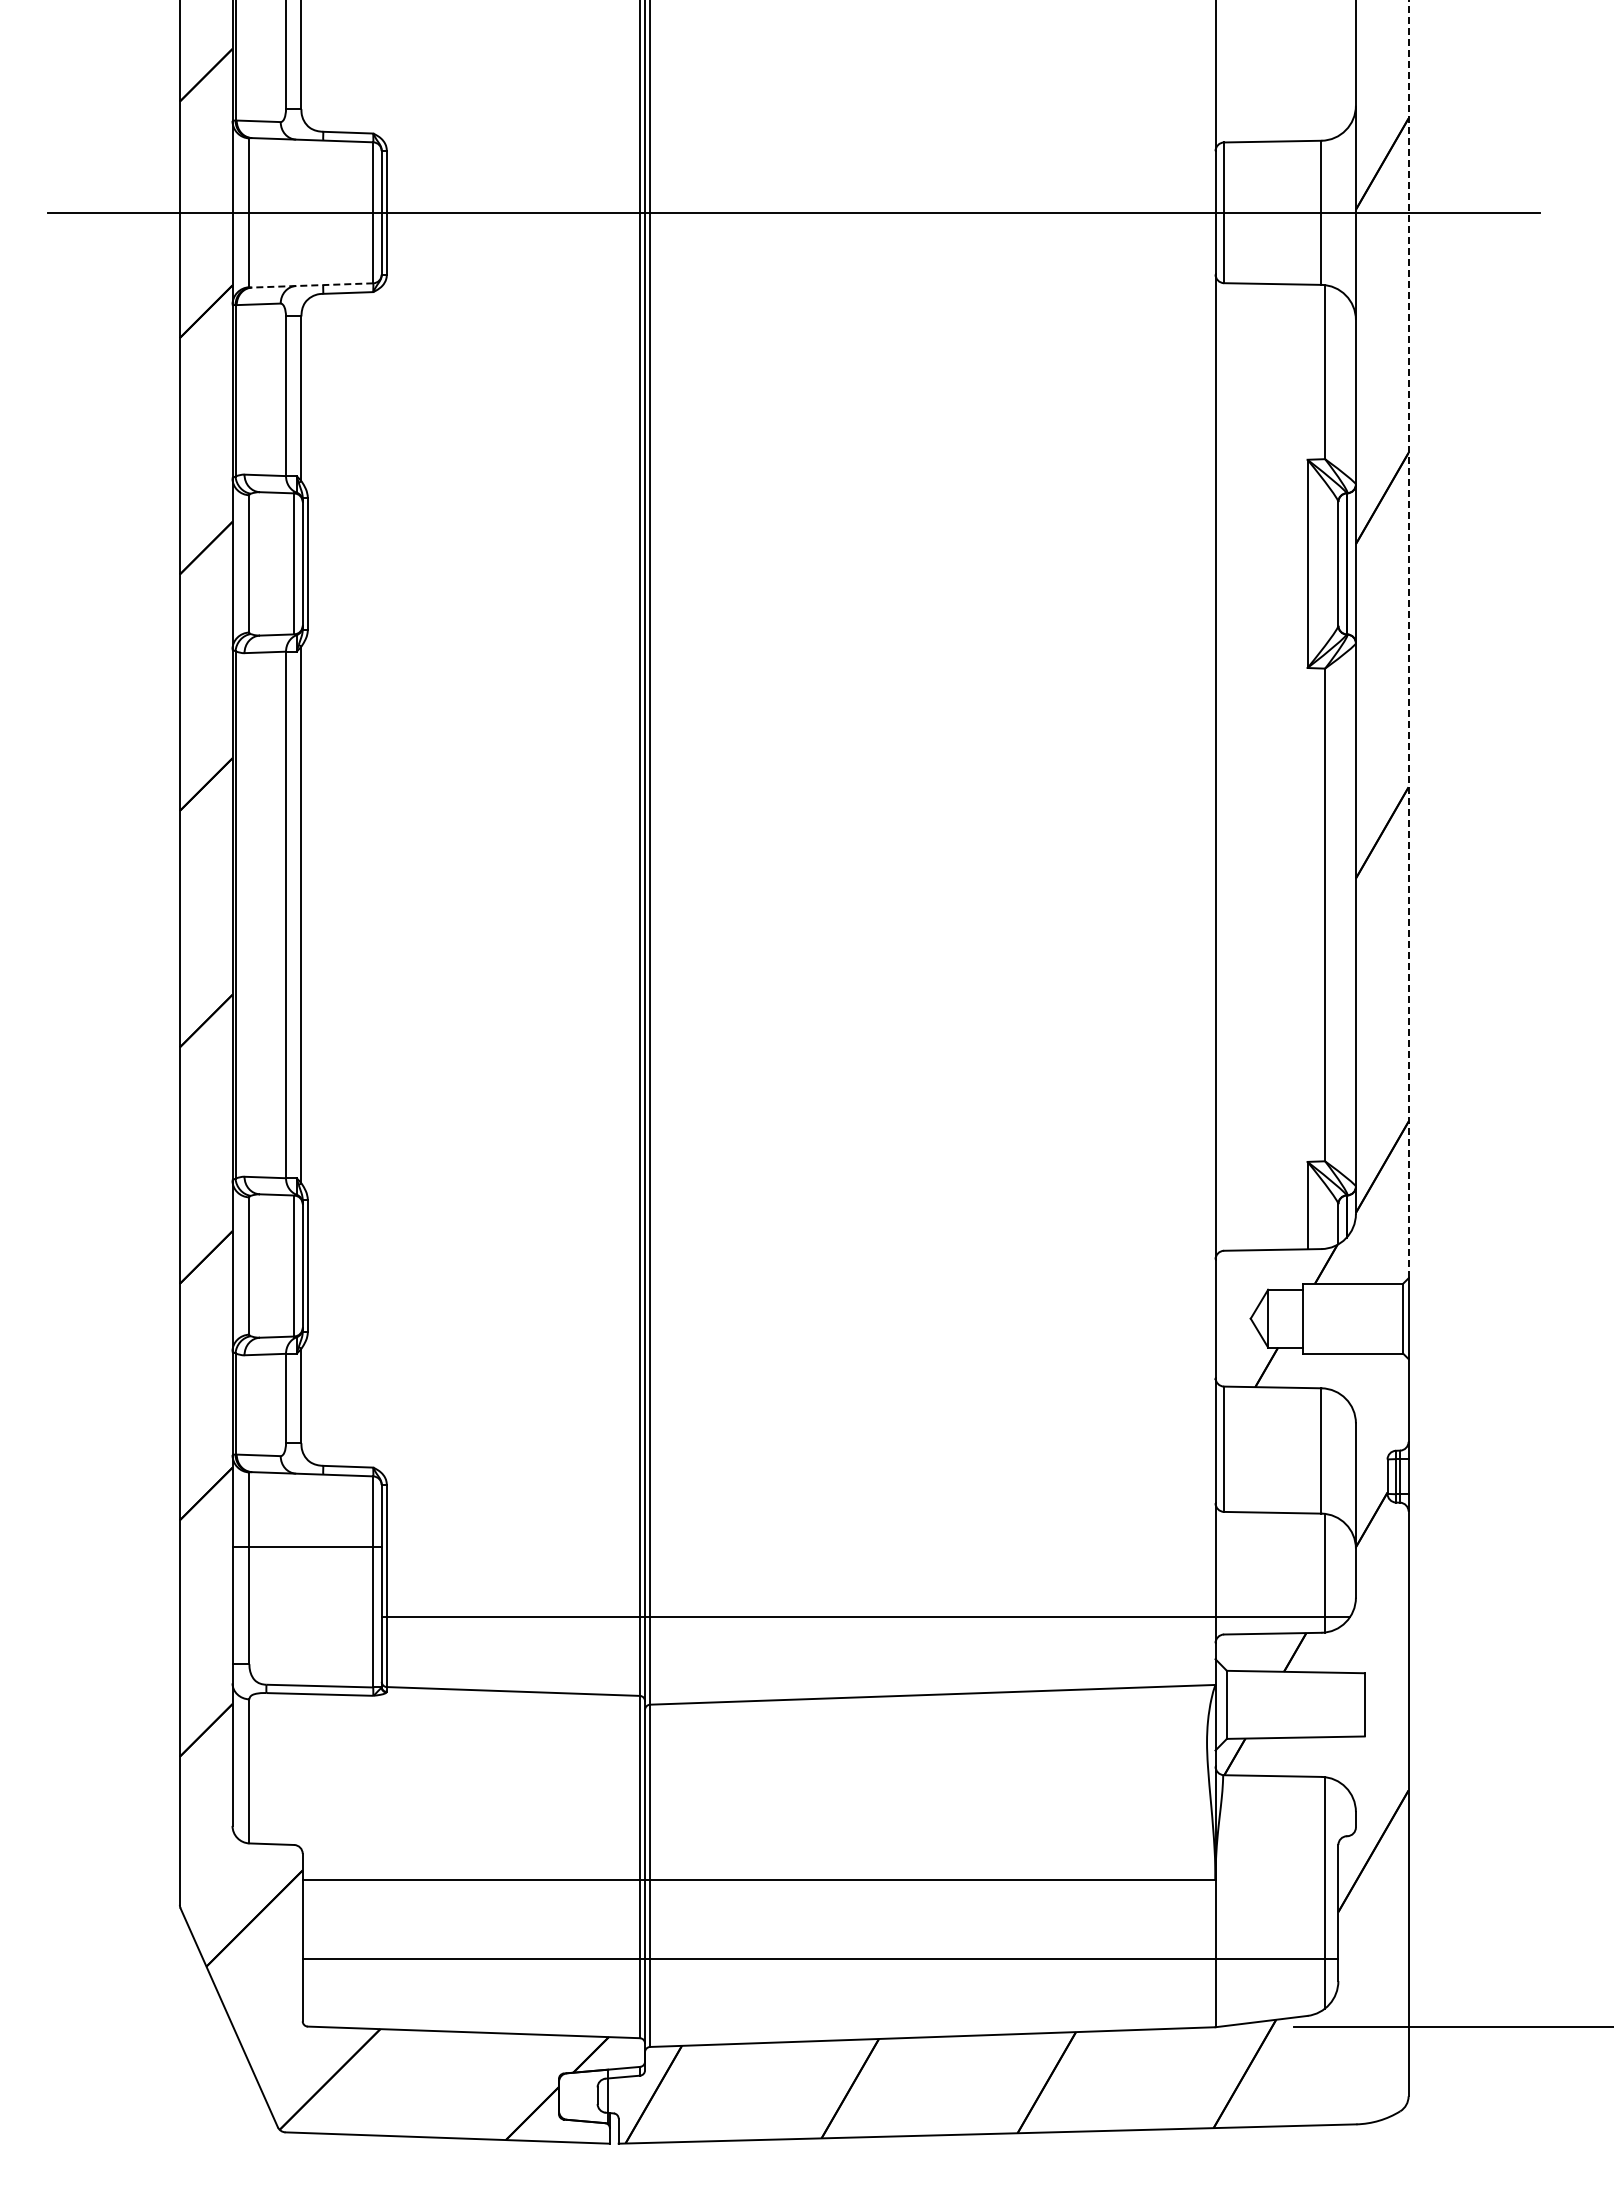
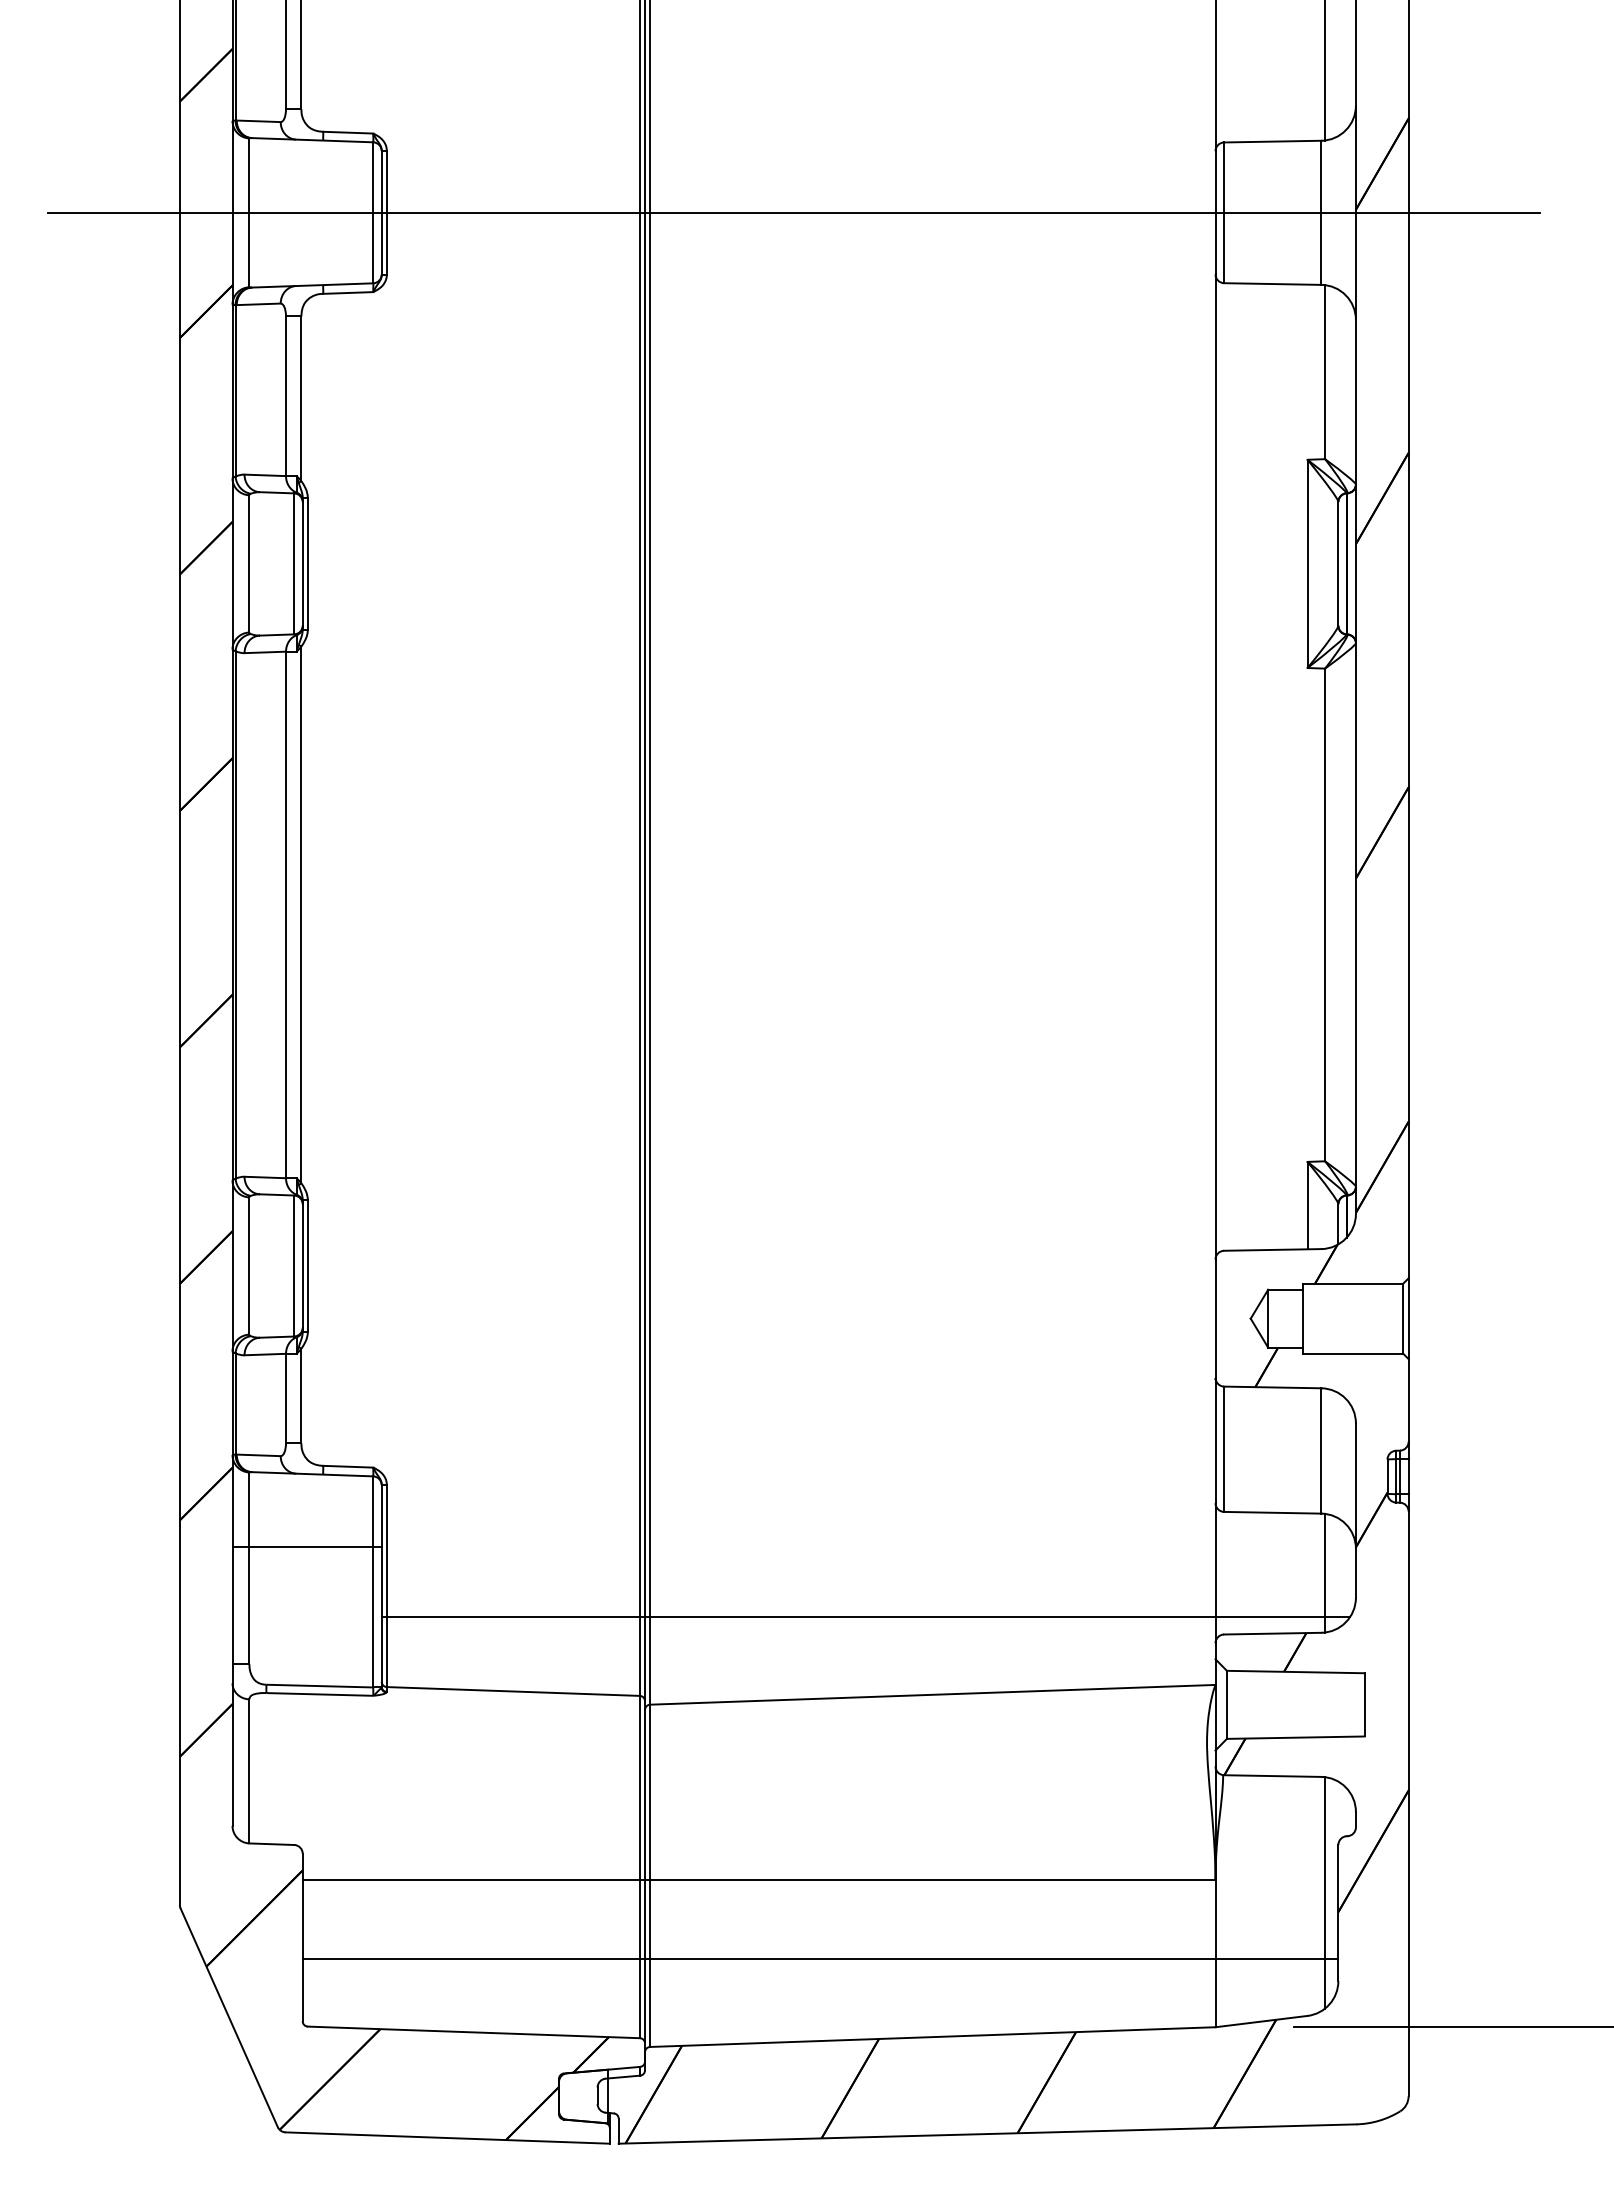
line at (1325, 71): none -> present
line at (312, 285): dashed -> solid
line at (1408, 639): dashed -> solid
